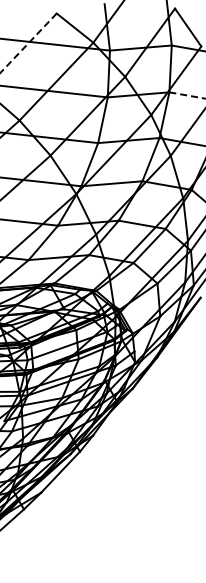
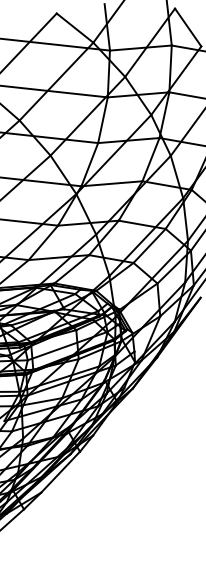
line at (28, 43): dashed -> solid
line at (188, 95): dashed -> solid
